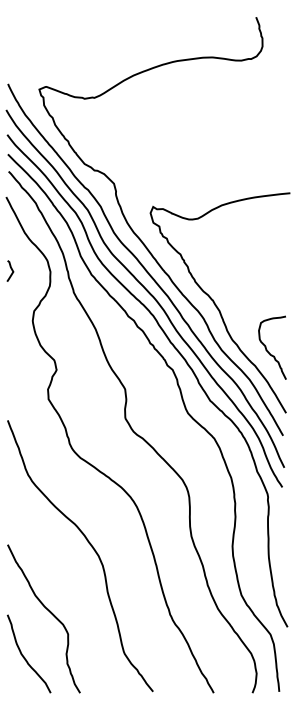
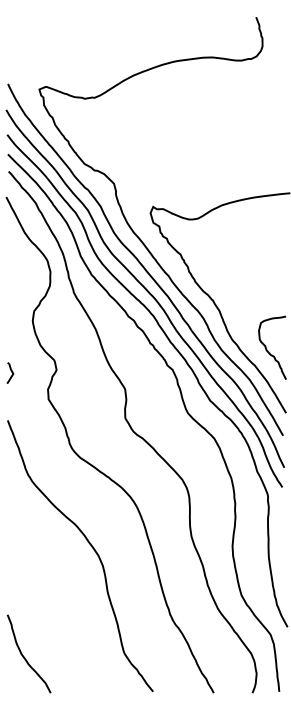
curve at (11, 270) position: (11, 270) -> (11, 372)
curve at (49, 612): present -> none
